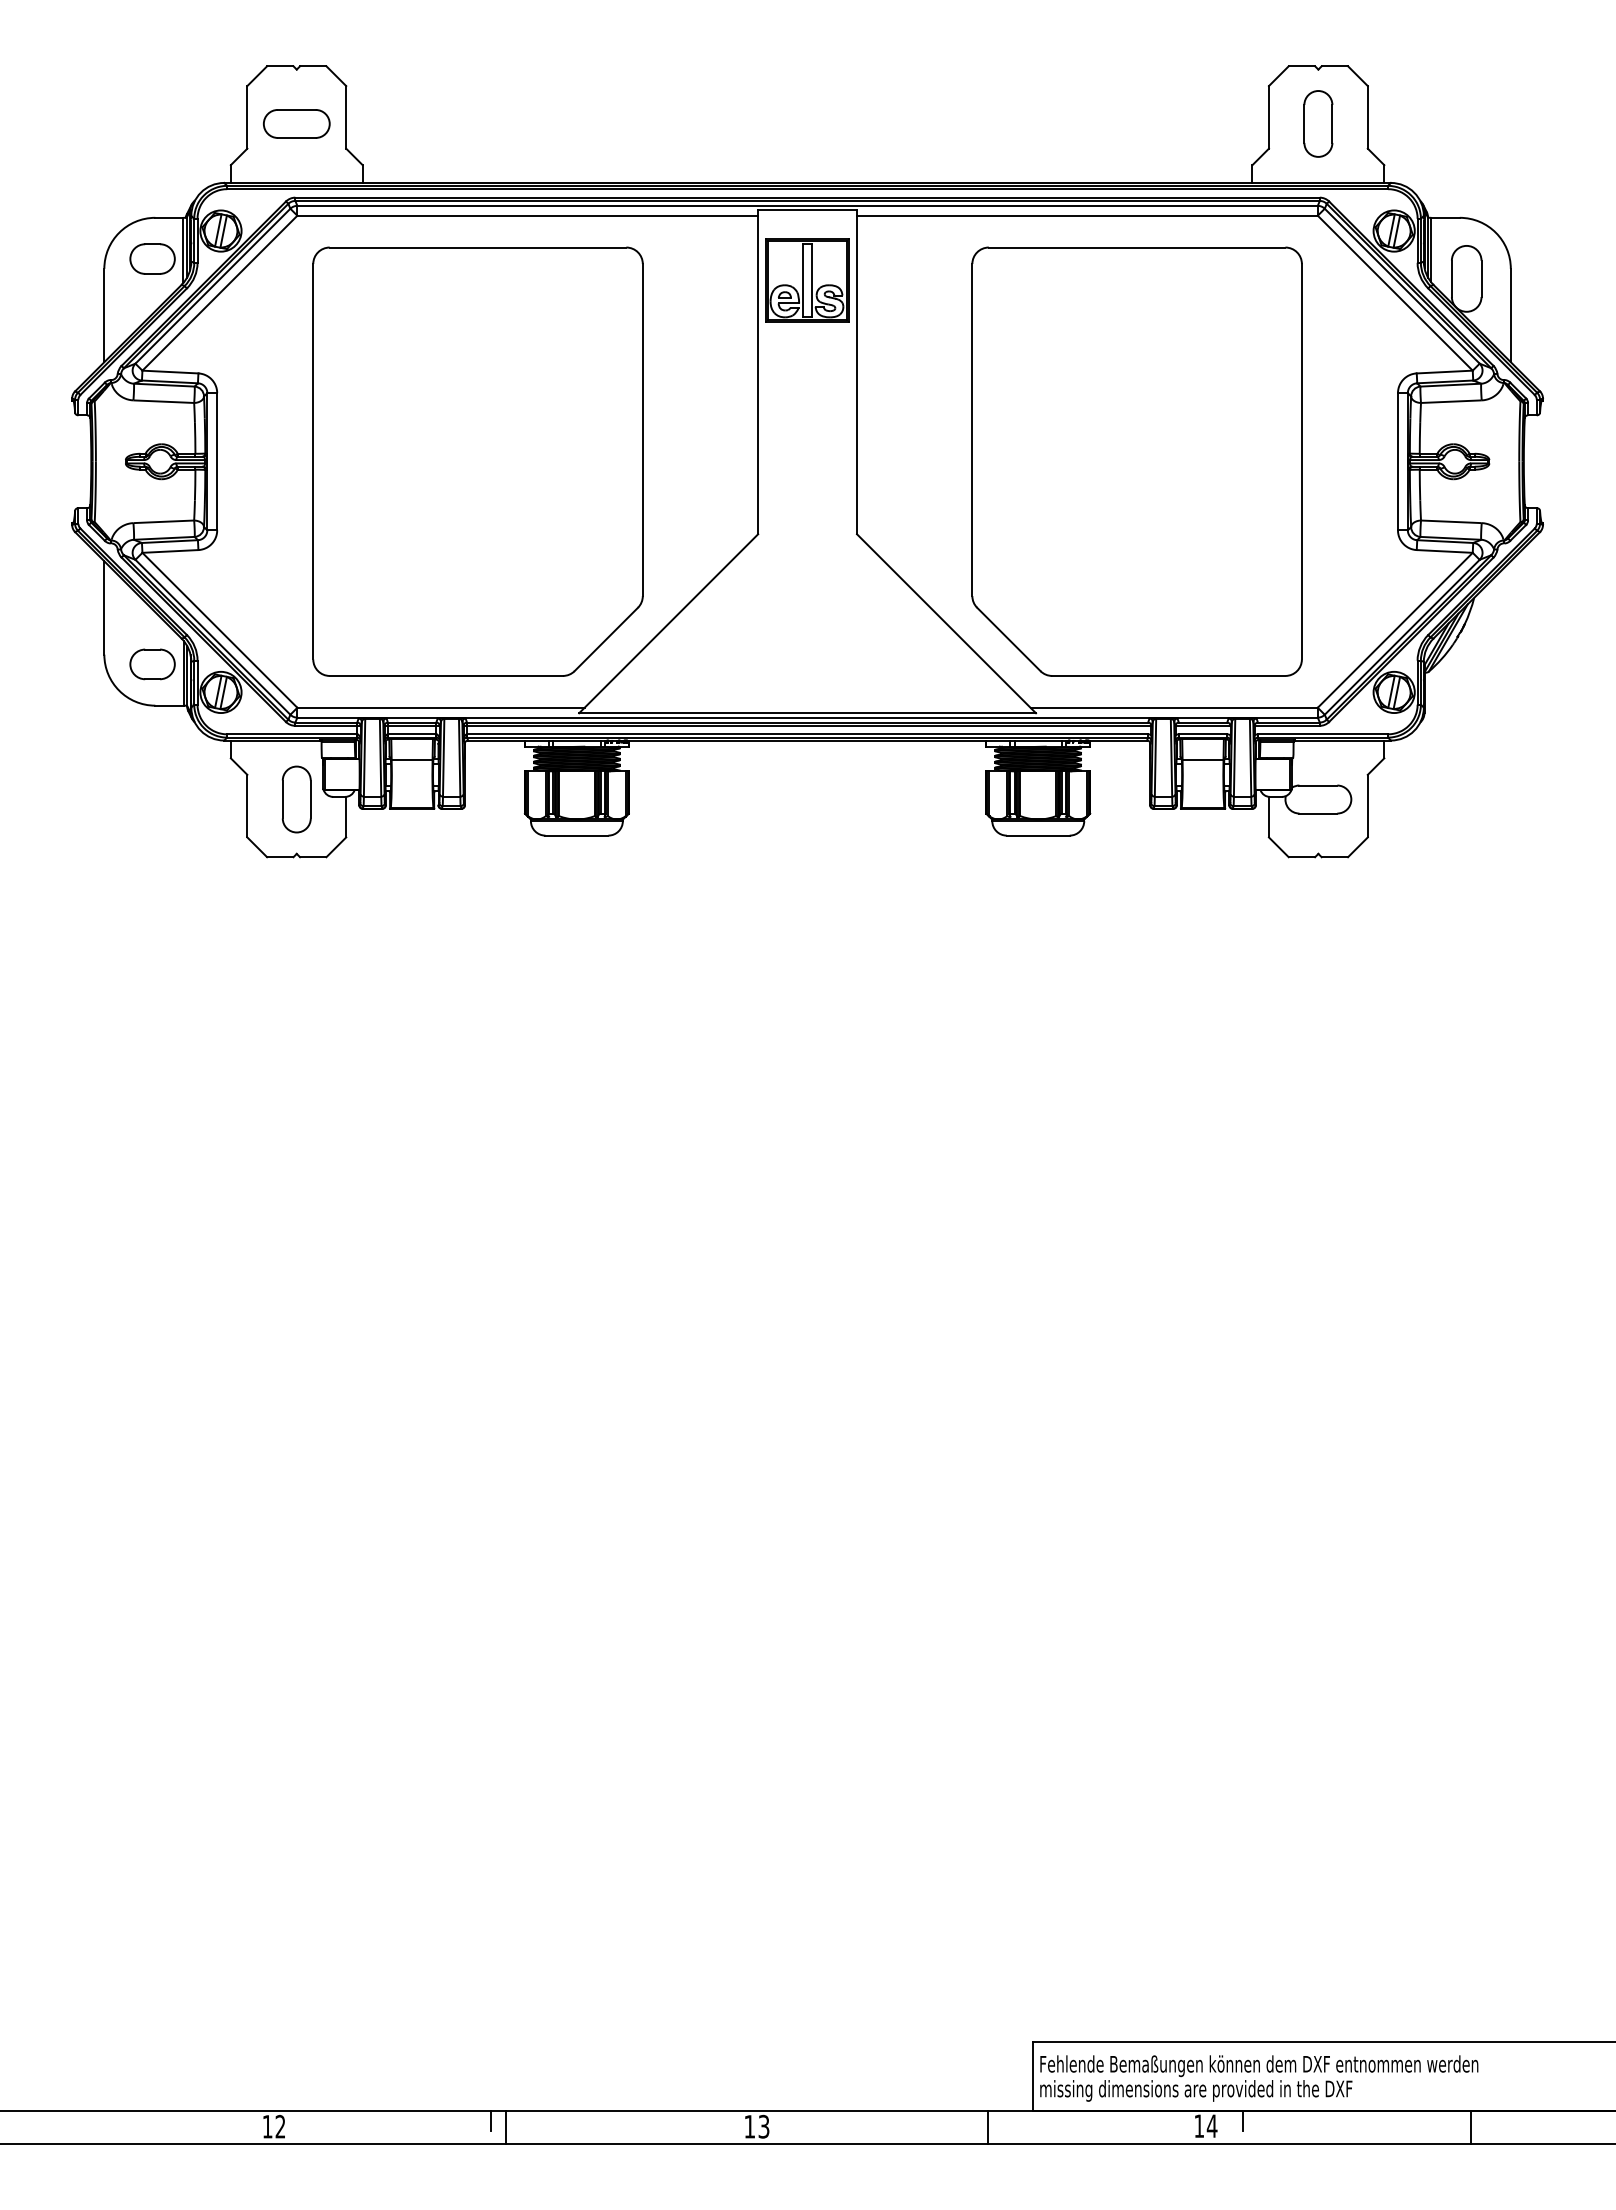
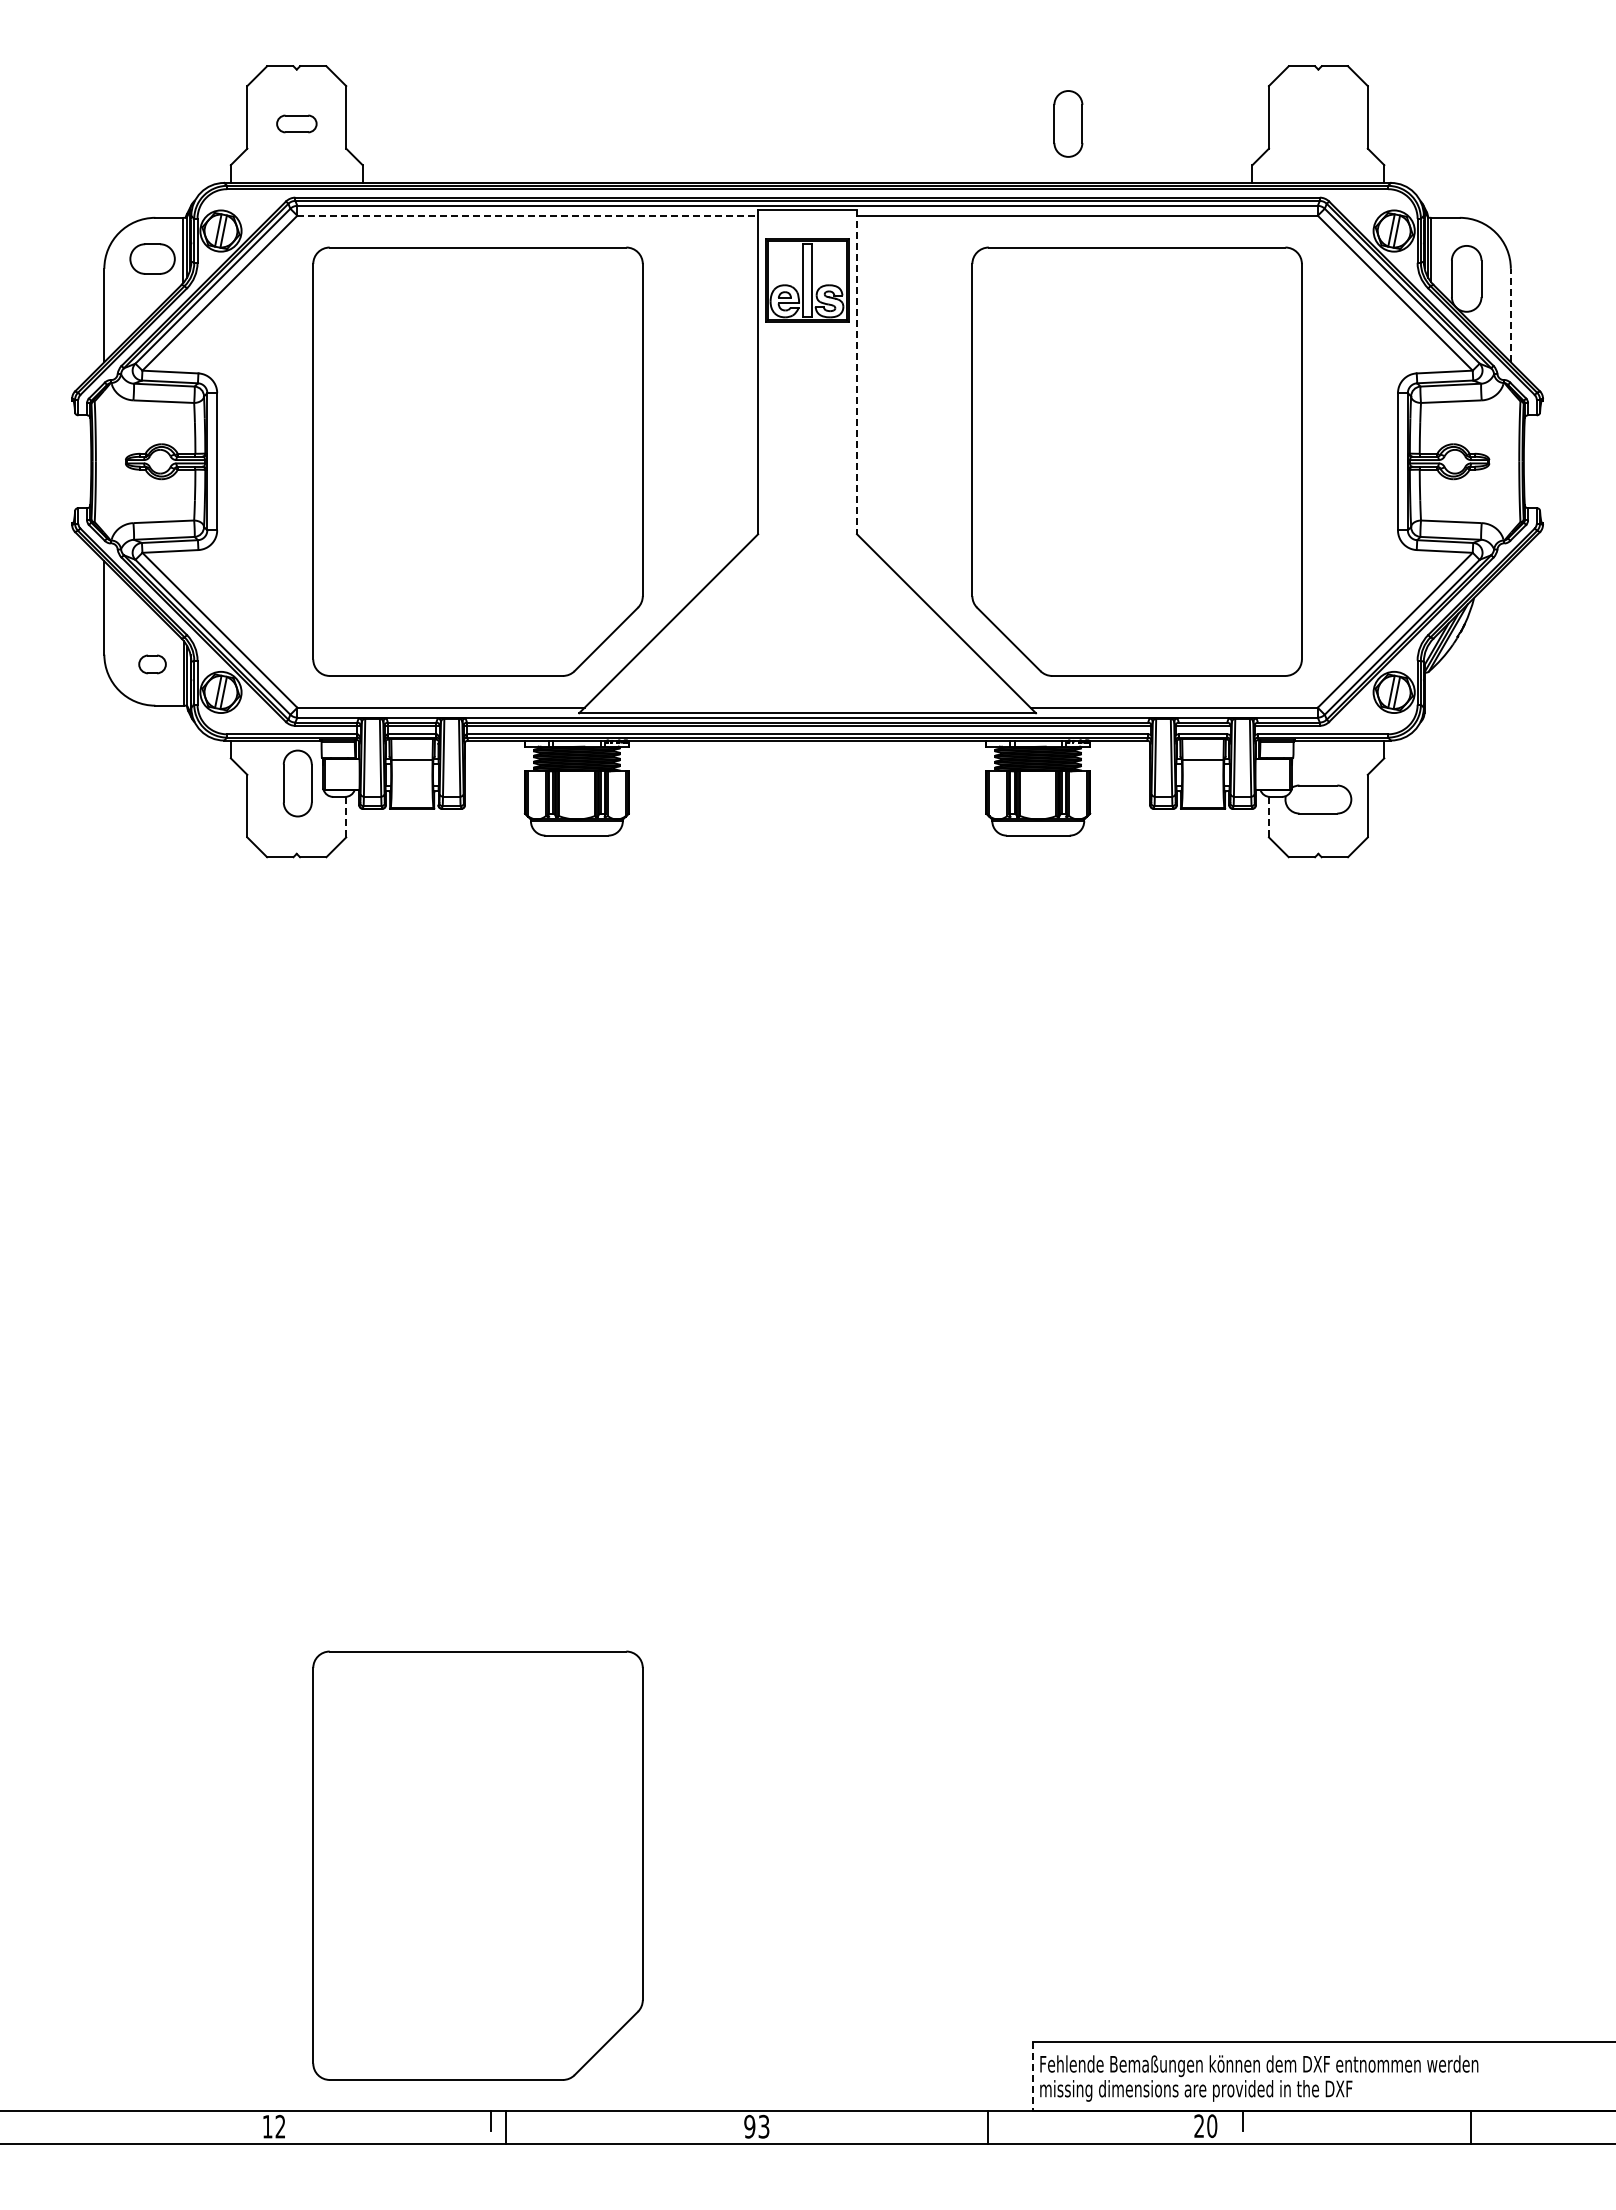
part at (296, 123) size: 68x30 px -> 42x20 px
part at (1318, 123) position: (1318, 123) -> (1068, 123)
line at (528, 215): solid -> dashed
line at (1510, 315): solid -> dashed
line at (857, 372): solid -> dashed
part at (152, 664) size: 47x33 px -> 29x21 px
part at (296, 799) position: (296, 799) -> (297, 783)
line at (346, 816): solid -> dashed
line at (1268, 816): solid -> dashed
part at (477, 1865): none -> present
line at (1033, 2077): solid -> dashed
text at (749, 2126): 13 -> 93
text at (1205, 2126): 14 -> 20
